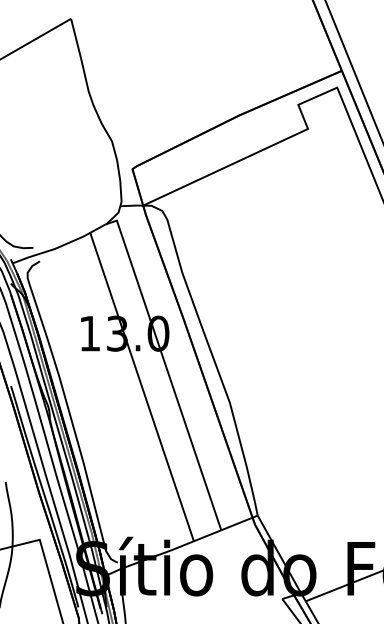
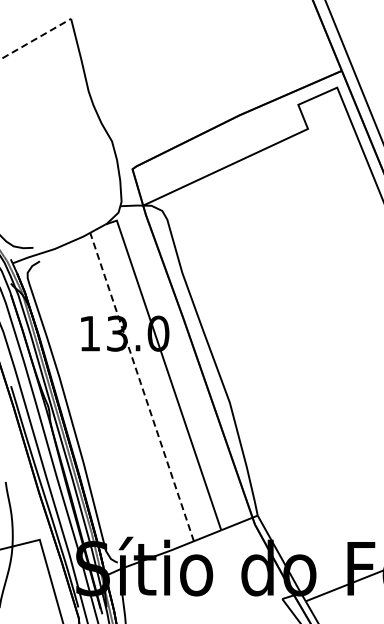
line at (35, 39): solid -> dashed
line at (142, 387): solid -> dashed
